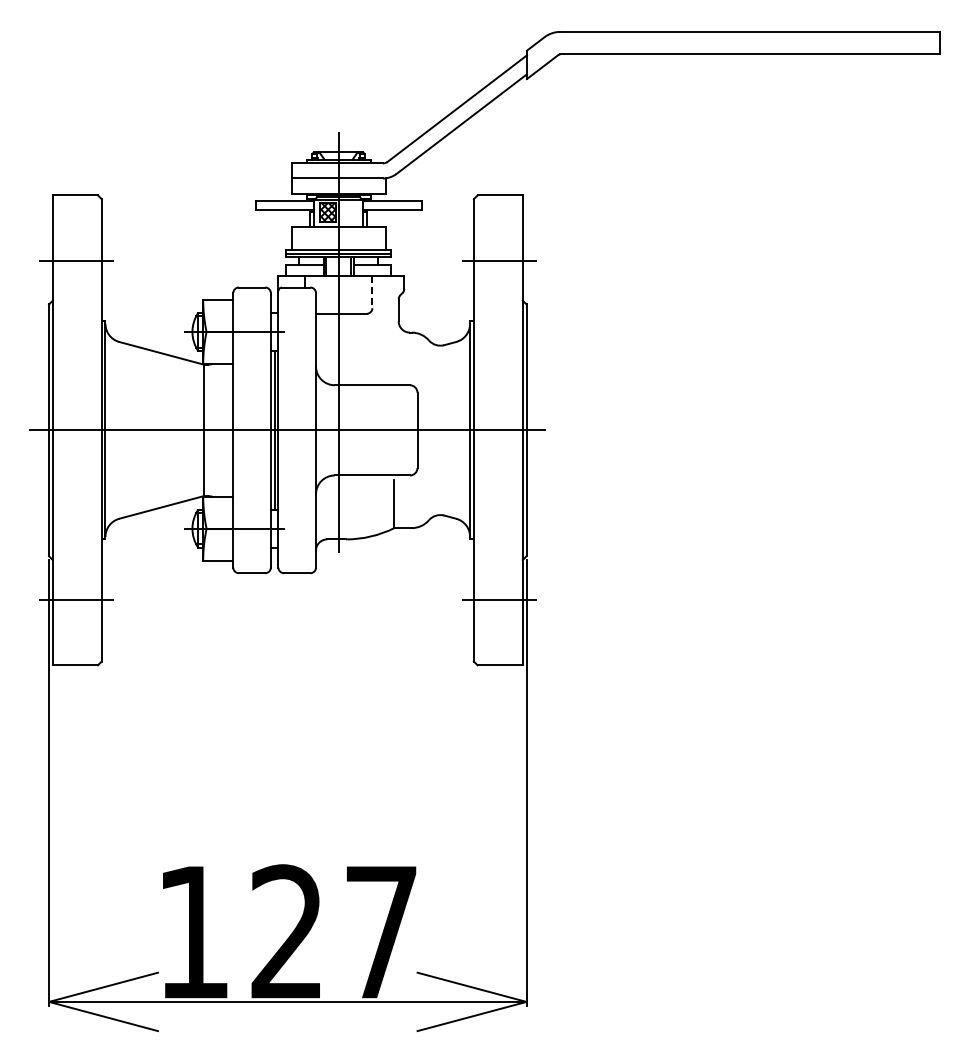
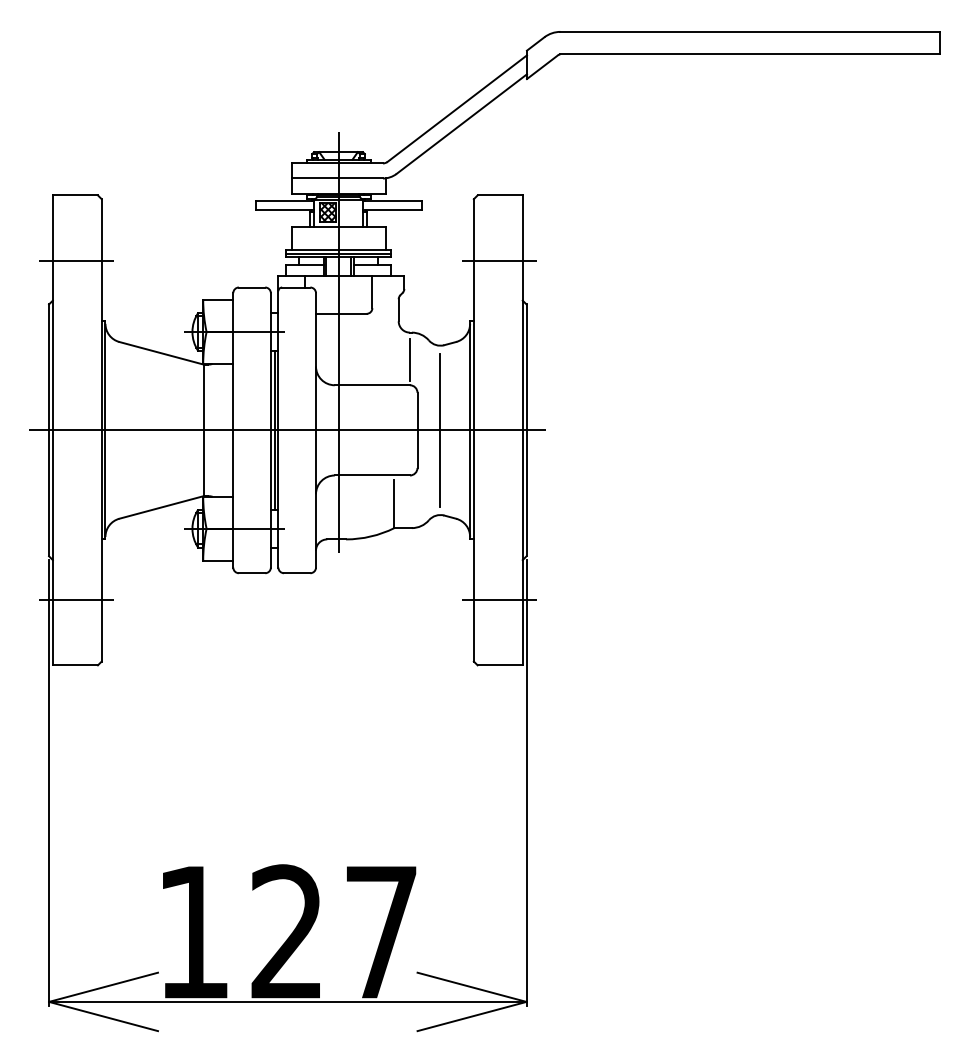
line at (372, 292): dashed -> solid
line at (409, 359): none -> present
line at (440, 430): none -> present
